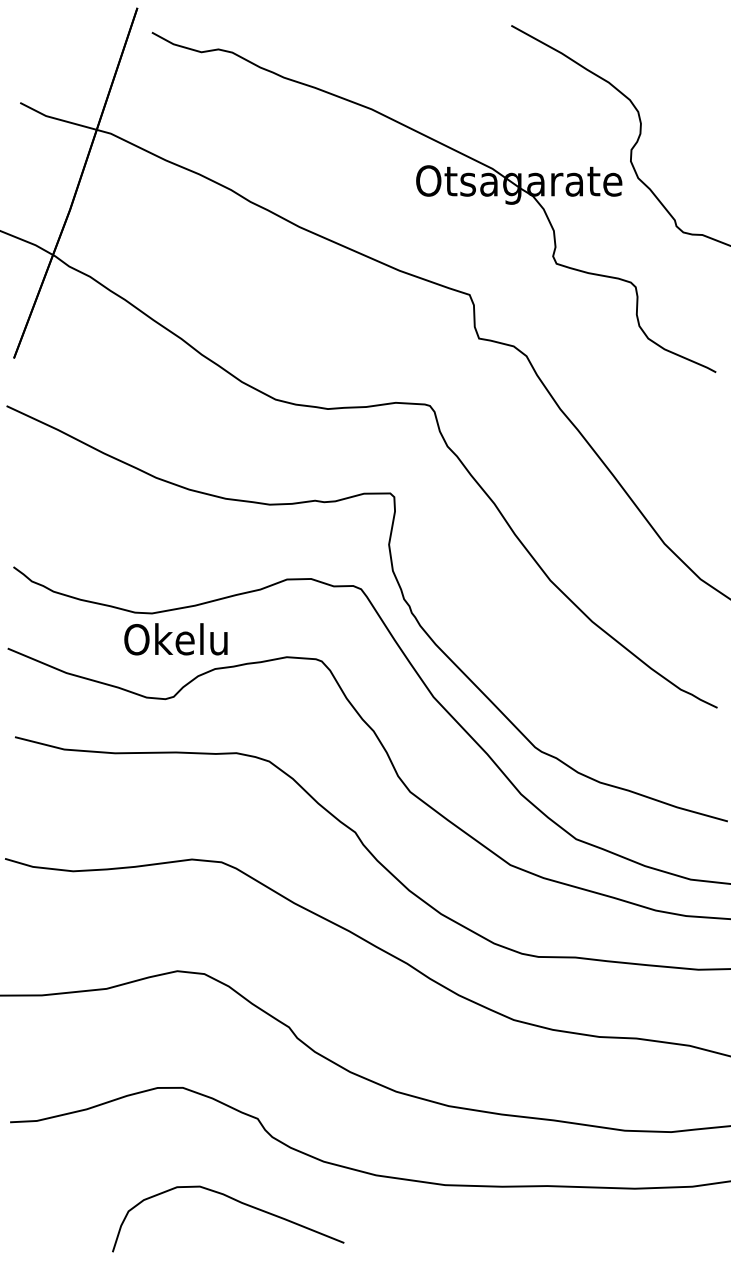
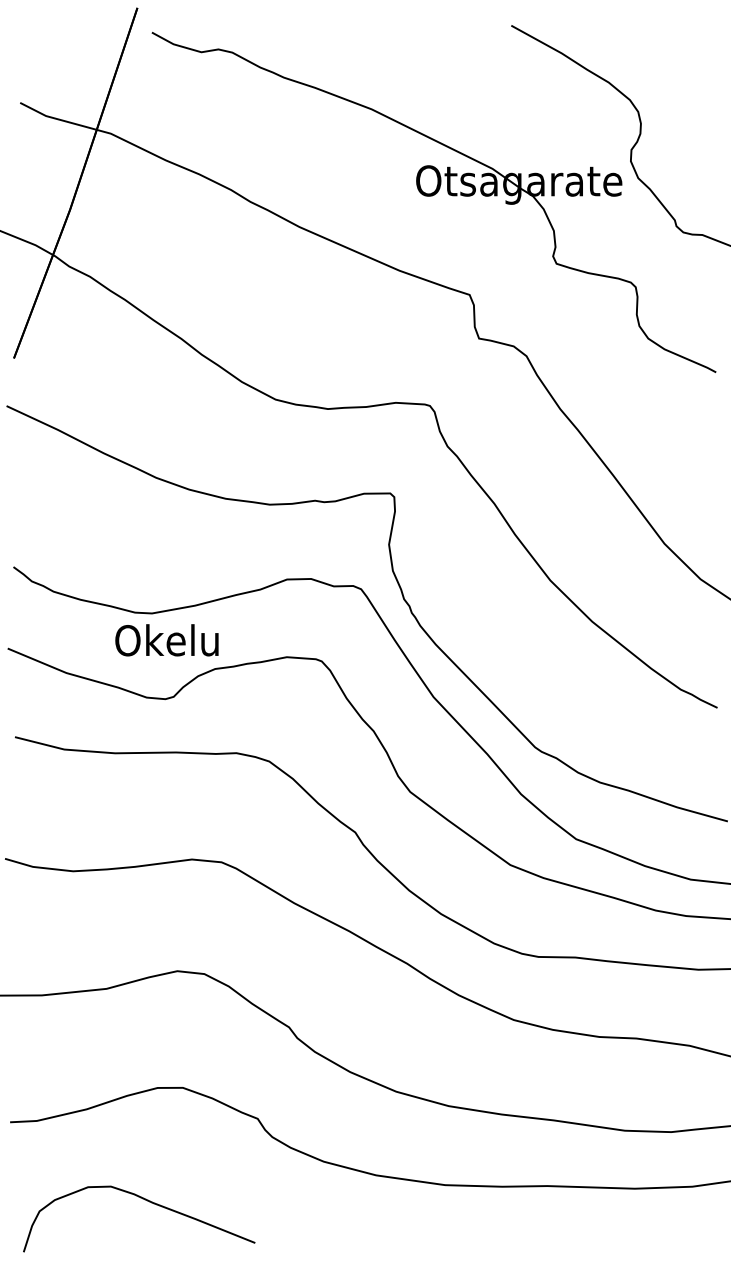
text at (175, 639) position: (175, 639) -> (166, 640)
curve at (236, 1201) position: (236, 1201) -> (147, 1201)
